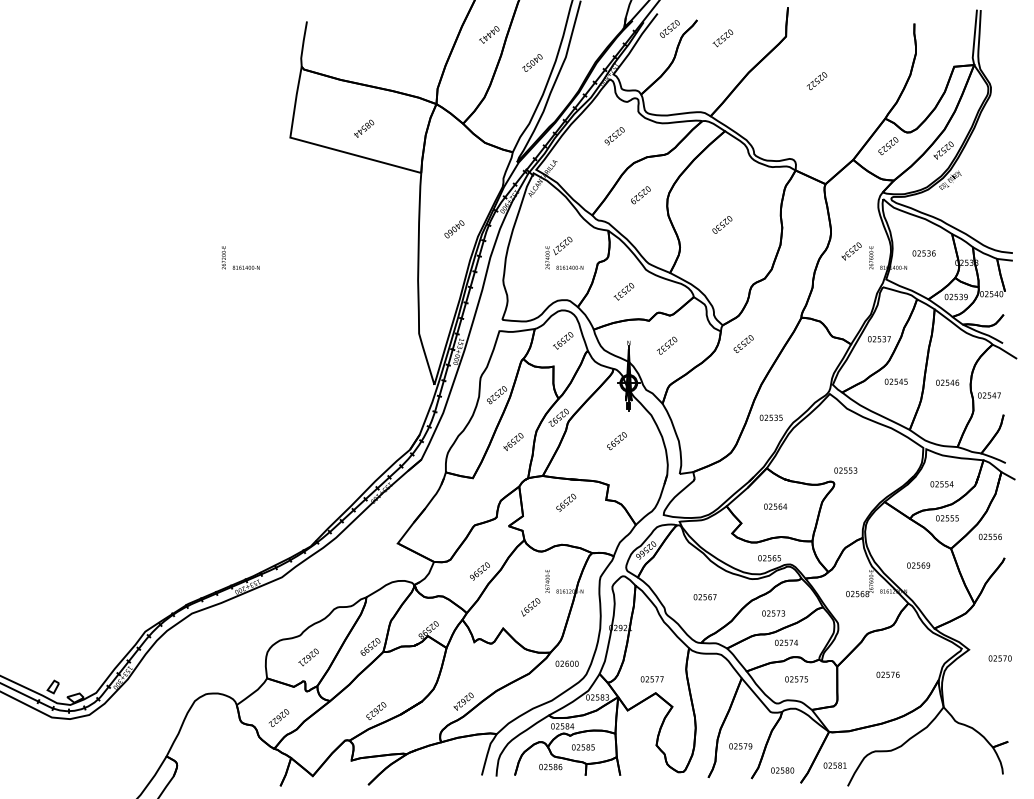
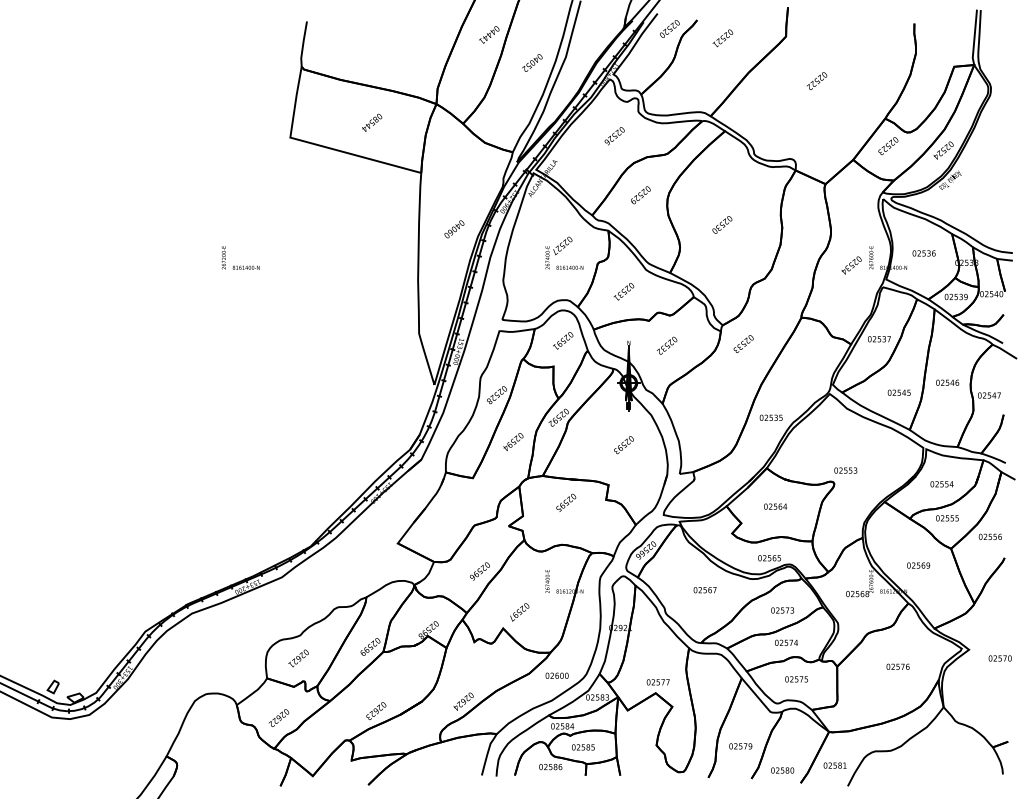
text at (364, 128) position: (364, 128) -> (372, 122)
text at (851, 251) position: (851, 251) -> (851, 265)
text at (895, 381) position: (895, 381) -> (898, 392)
text at (616, 441) position: (616, 441) -> (623, 445)
text at (704, 597) position: (704, 597) -> (704, 590)
text at (530, 607) position: (530, 607) -> (519, 612)
text at (773, 613) position: (773, 613) -> (782, 610)
text at (308, 657) position: (308, 657) -> (298, 658)
text at (566, 663) position: (566, 663) -> (556, 675)
text at (887, 674) position: (887, 674) -> (897, 666)
text at (651, 679) position: (651, 679) -> (657, 682)
